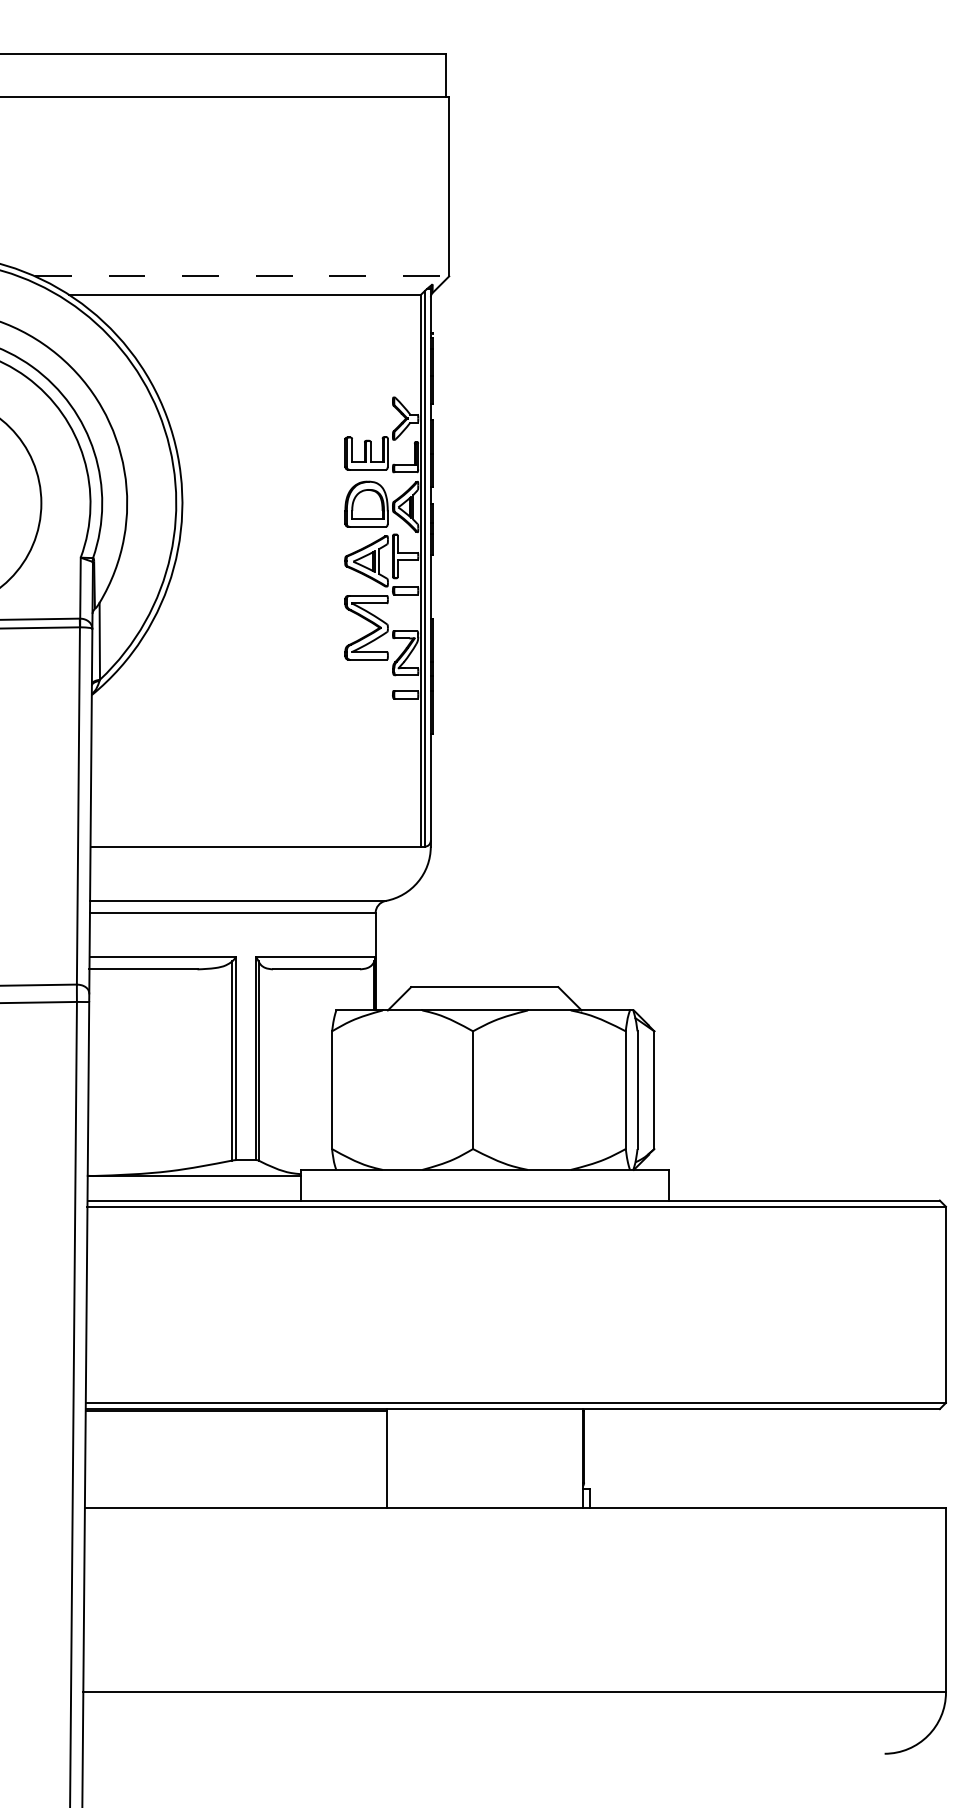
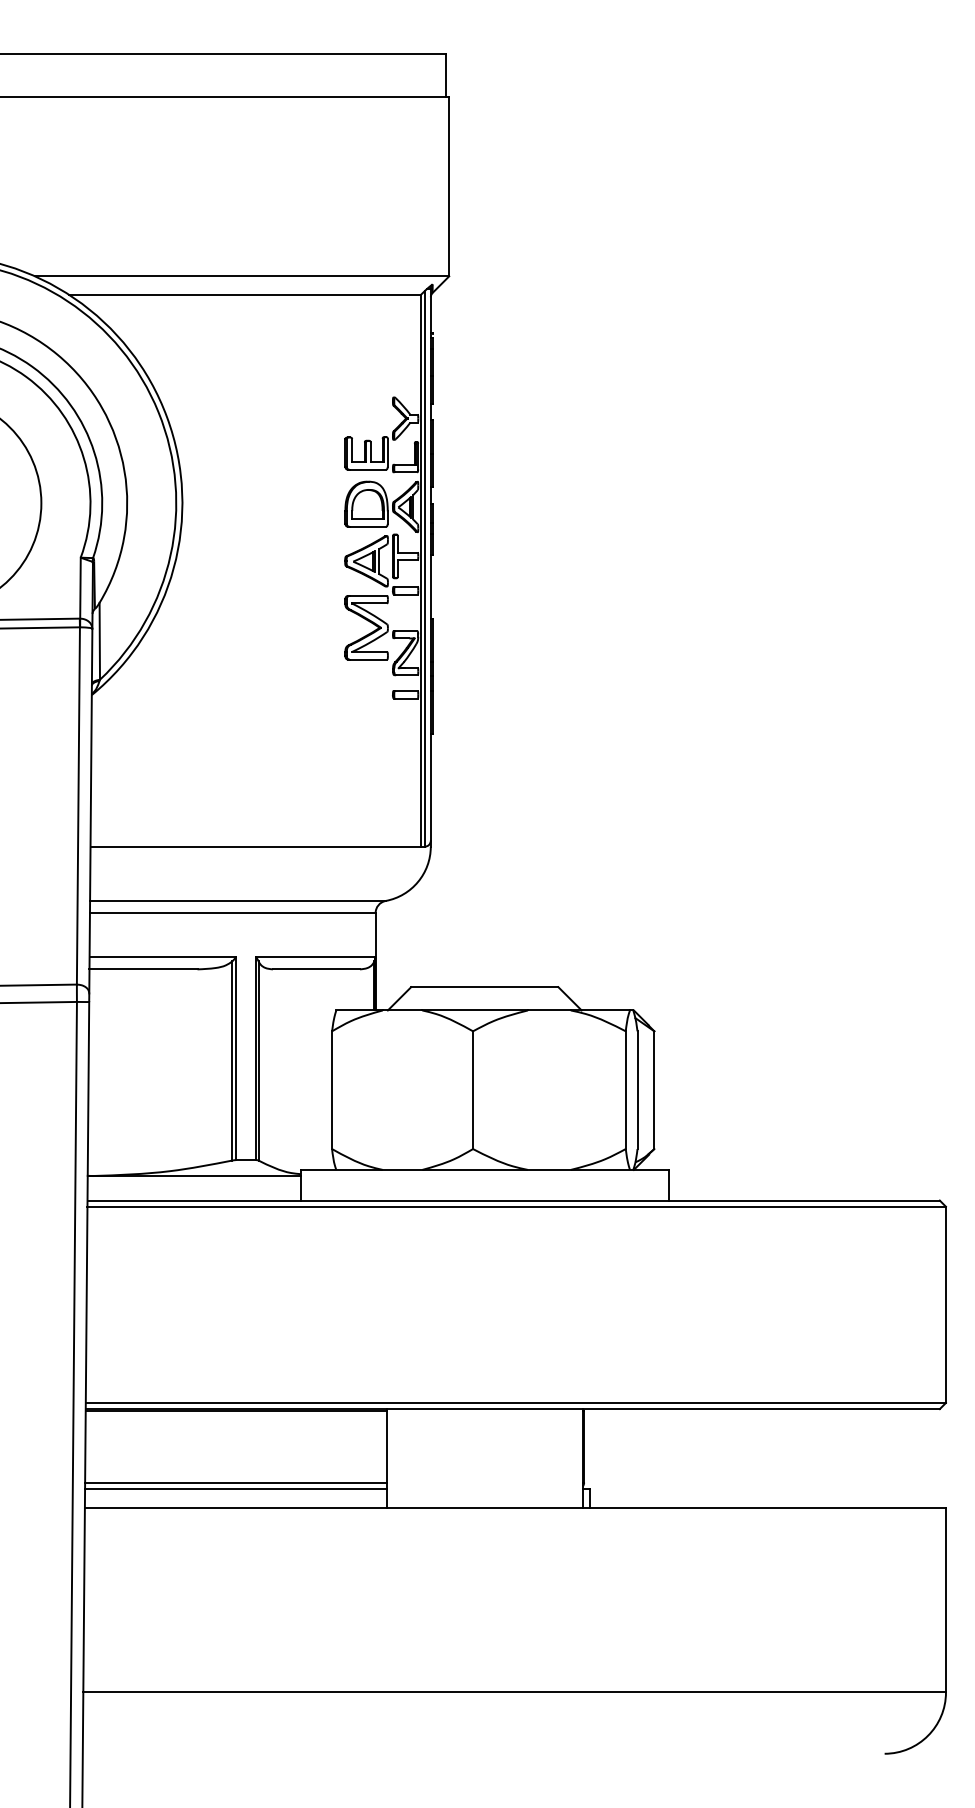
line at (242, 276): dashed -> solid
line at (235, 1482): none -> present
line at (235, 1488): none -> present
